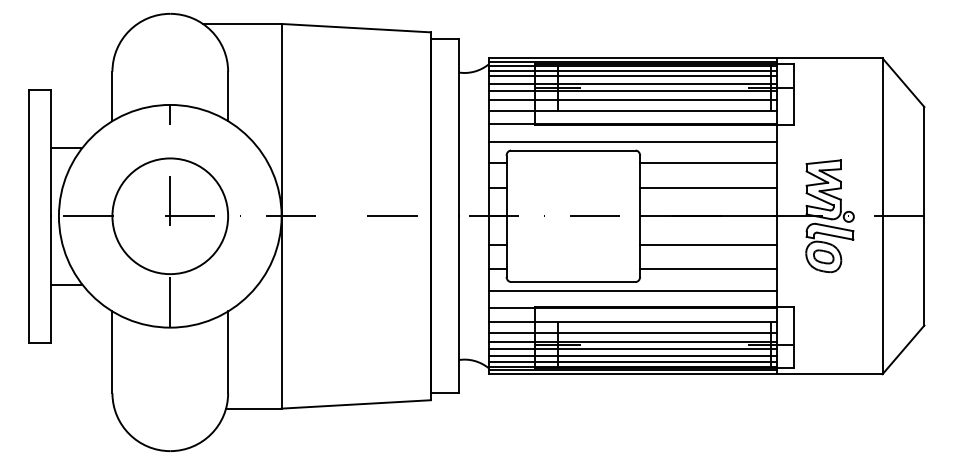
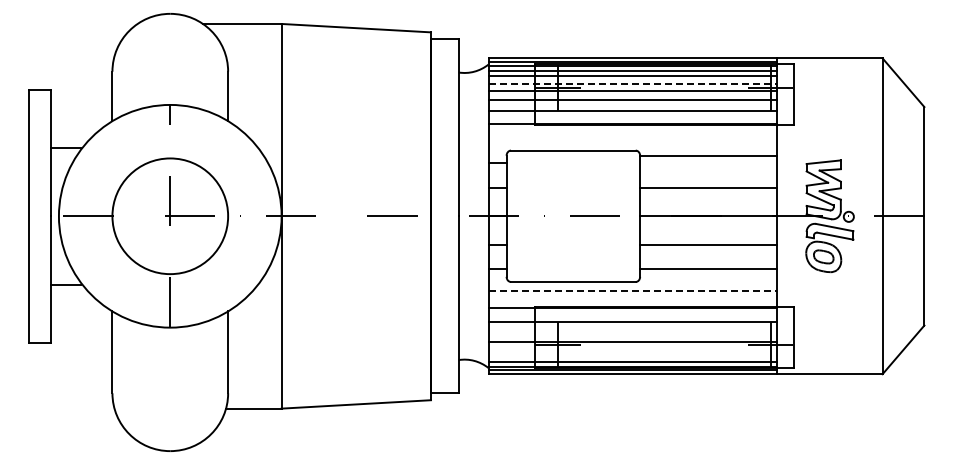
line at (633, 83): solid -> dashed
line at (632, 141): present -> none
line at (708, 163) position: (708, 163) -> (708, 156)
line at (633, 290): solid -> dashed
line at (632, 332): present -> none
line at (632, 348): present -> none
line at (632, 356): present -> none
